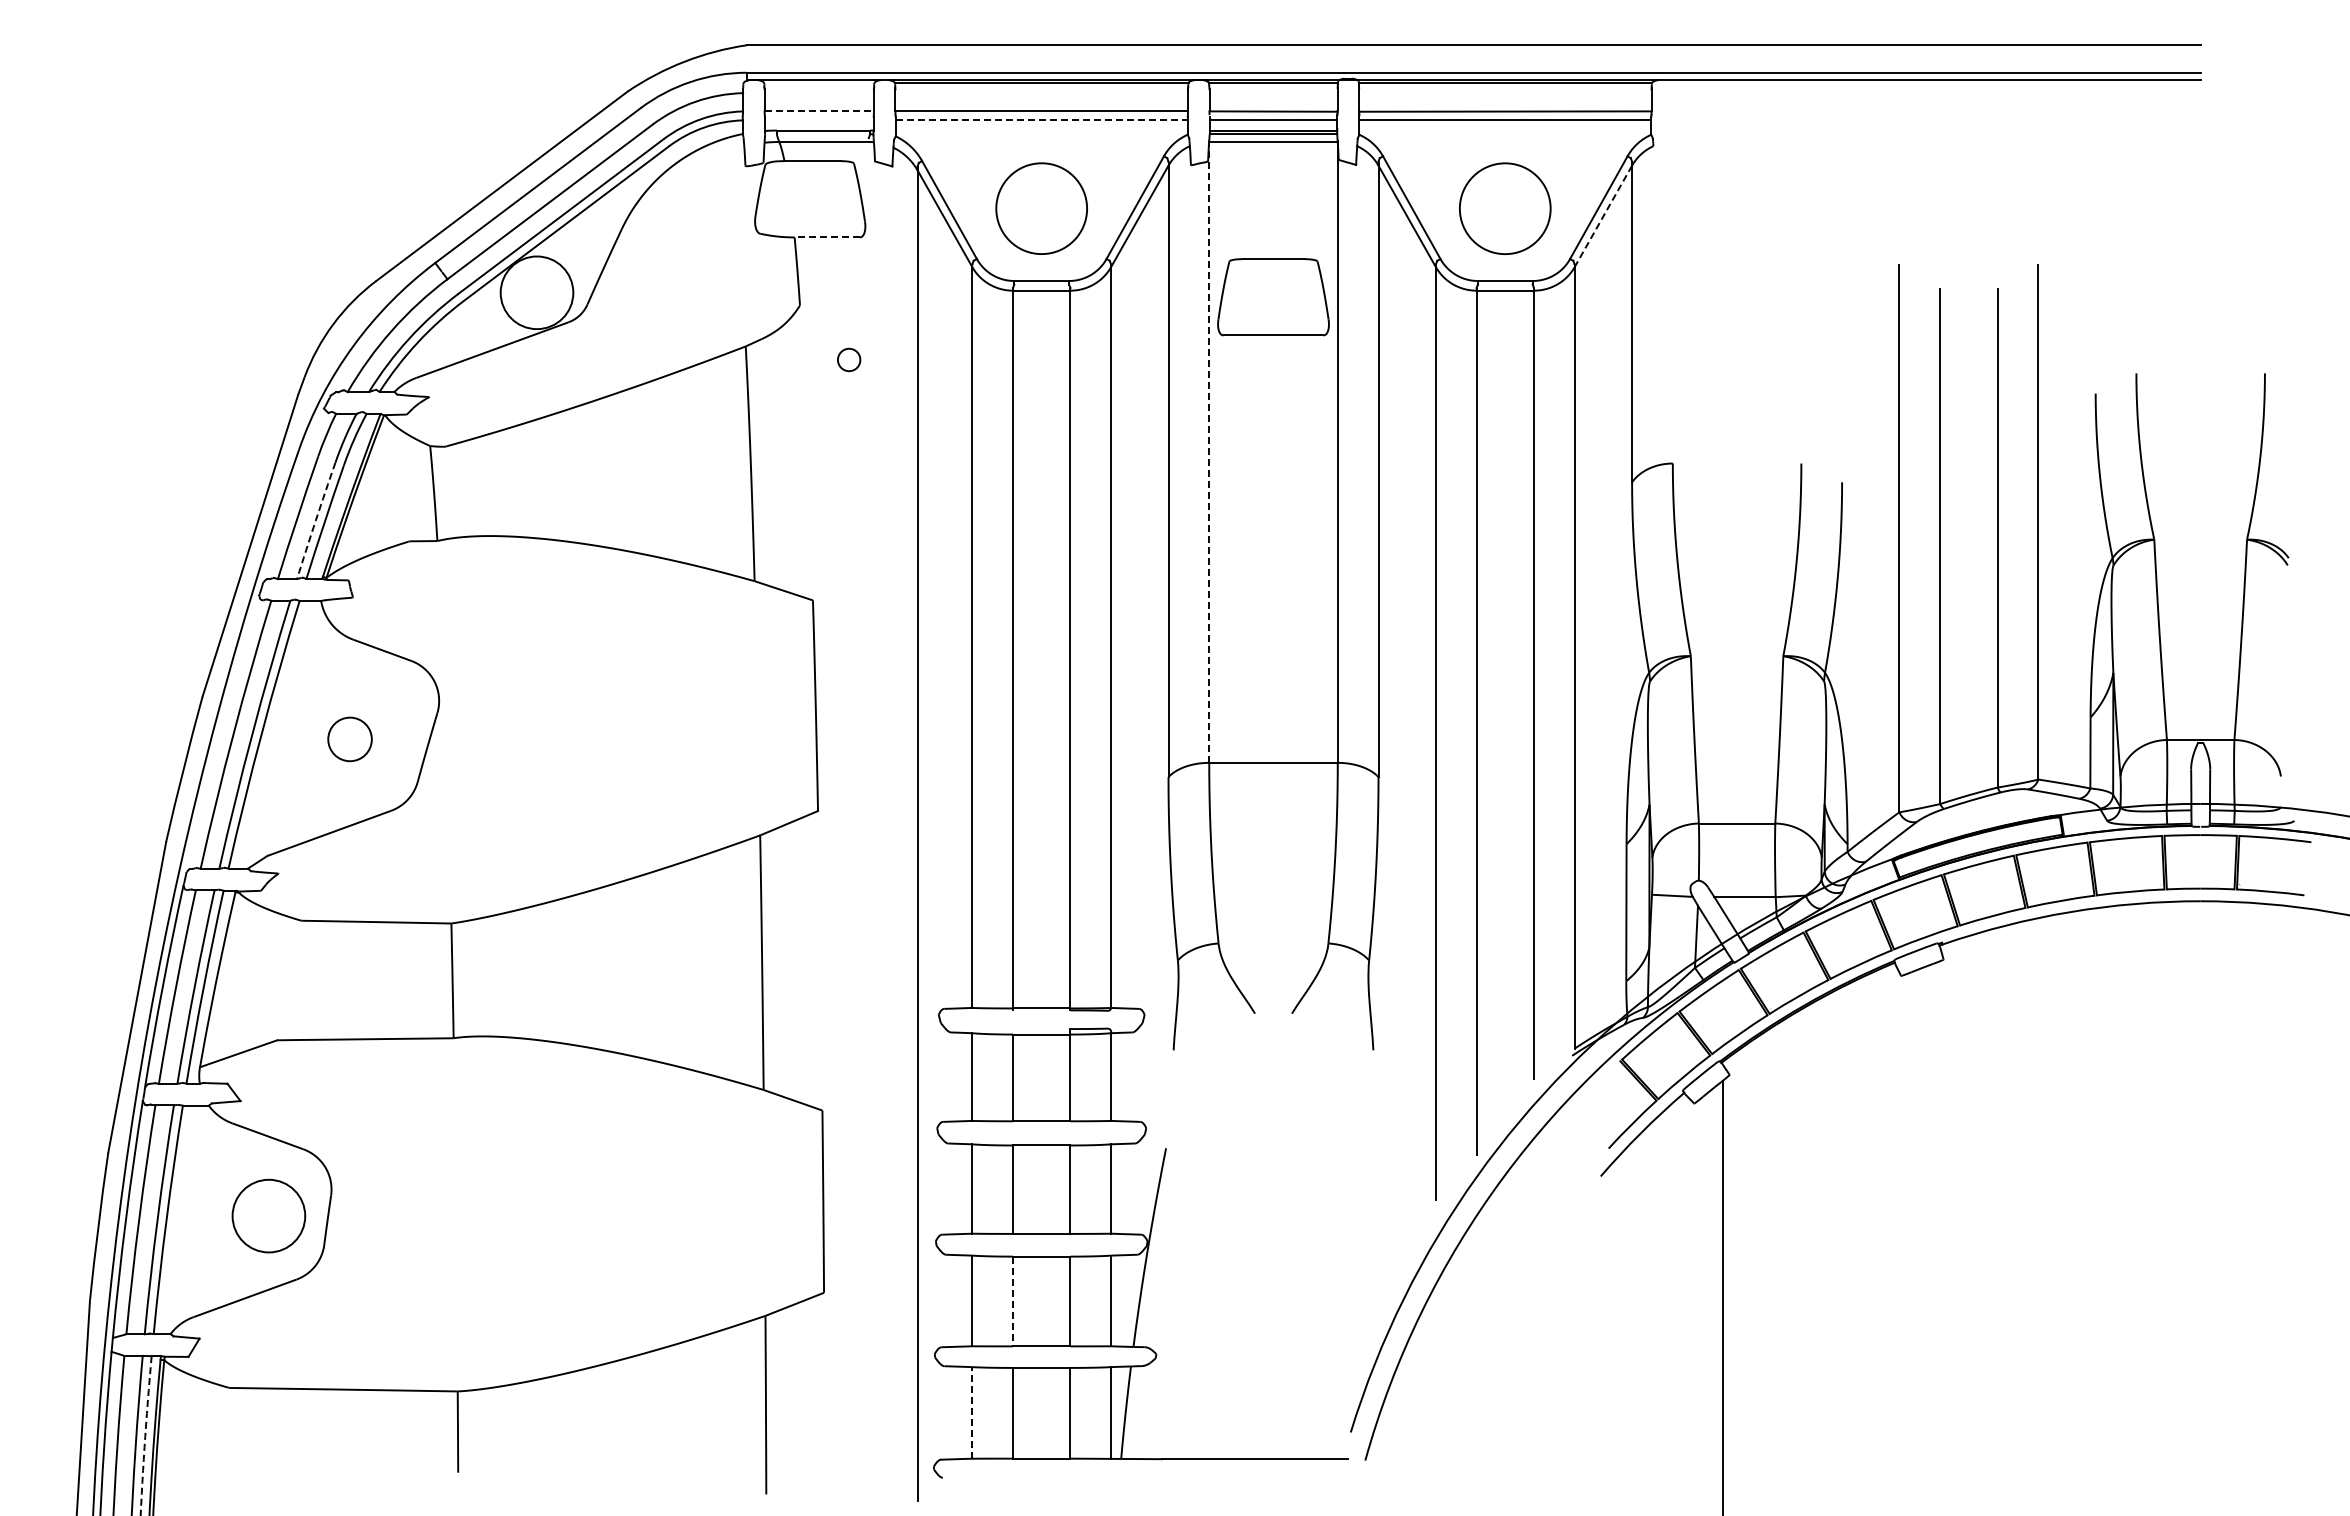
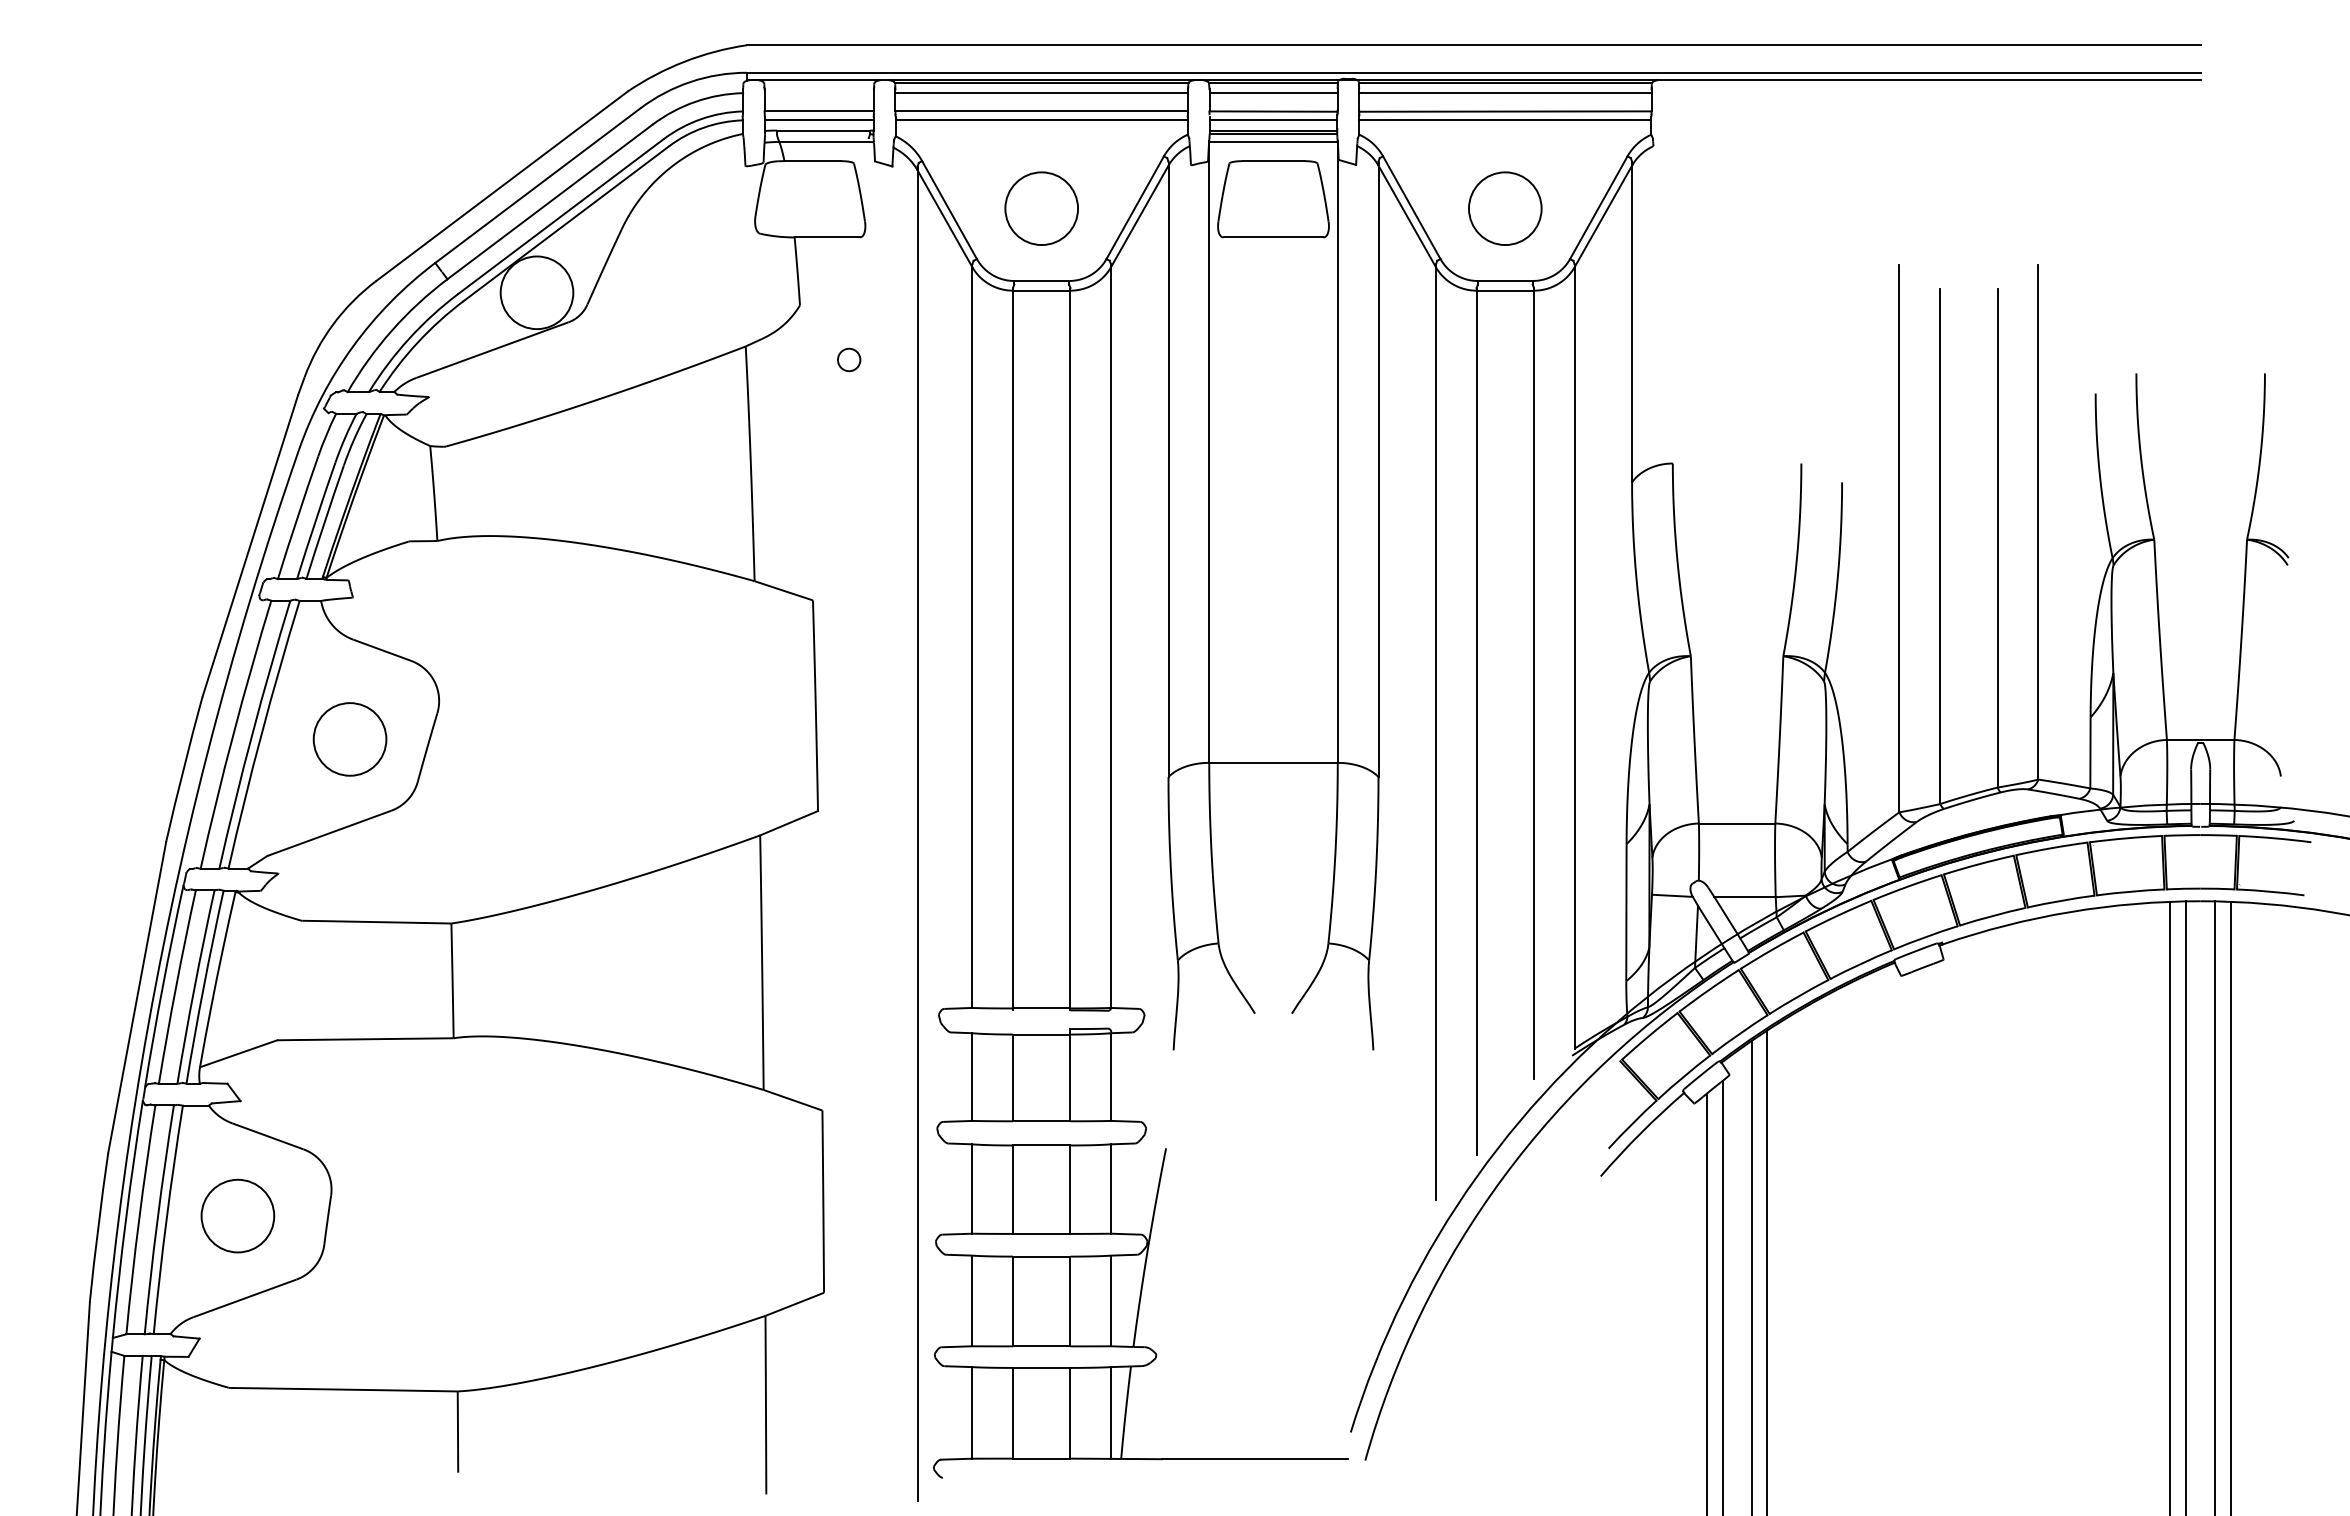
line at (1041, 93): none -> present
line at (1273, 93): none -> present
line at (1505, 93): none -> present
line at (819, 111): dashed -> solid
line at (818, 120): none -> present
line at (1042, 120): dashed -> solid
circle at (1041, 208) diameter: 91 px -> 73 px
circle at (1505, 208) size: 93x93 px -> 75x75 px
line at (1603, 216): dashed -> solid
line at (827, 237): dashed -> solid
part at (1273, 297) position: (1273, 297) -> (1273, 199)
line at (1209, 451): dashed -> solid
arc at (315, 520): dashed -> solid
circle at (349, 739) diameter: 44 px -> 73 px
line at (2170, 1206): none -> present
line at (2186, 1206): none -> present
line at (2215, 1206): none -> present
line at (2230, 1206): none -> present
circle at (268, 1215) position: (268, 1215) -> (237, 1215)
line at (1767, 1271): none -> present
line at (1751, 1276): none -> present
line at (1012, 1301): dashed -> solid
line at (1706, 1302): none -> present
line at (972, 1412): dashed -> solid
arc at (145, 1436): dashed -> solid
